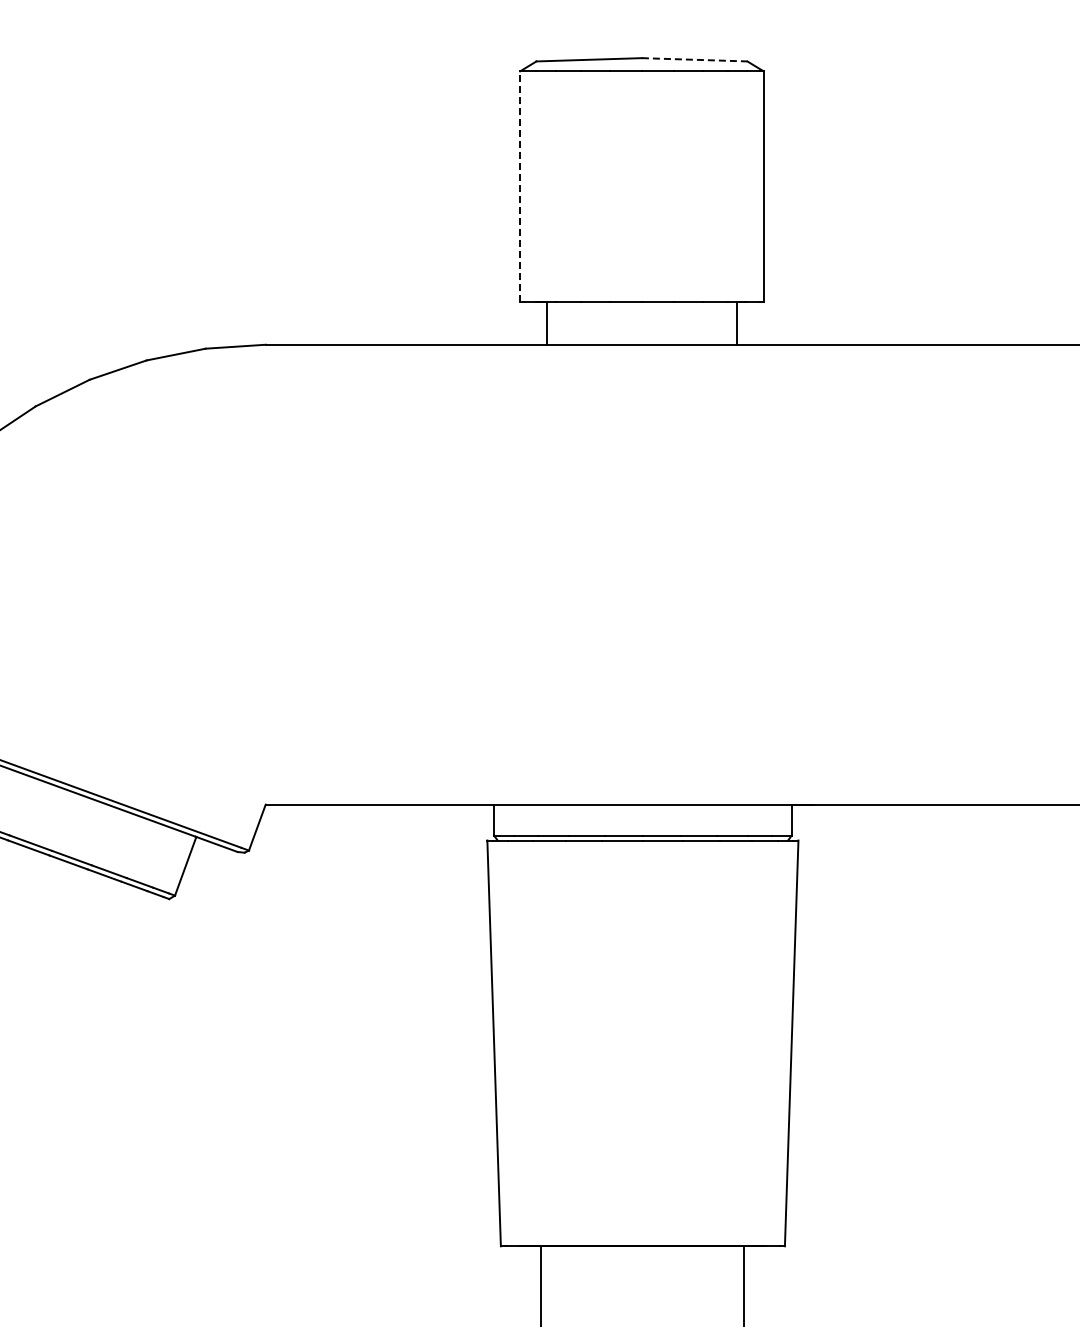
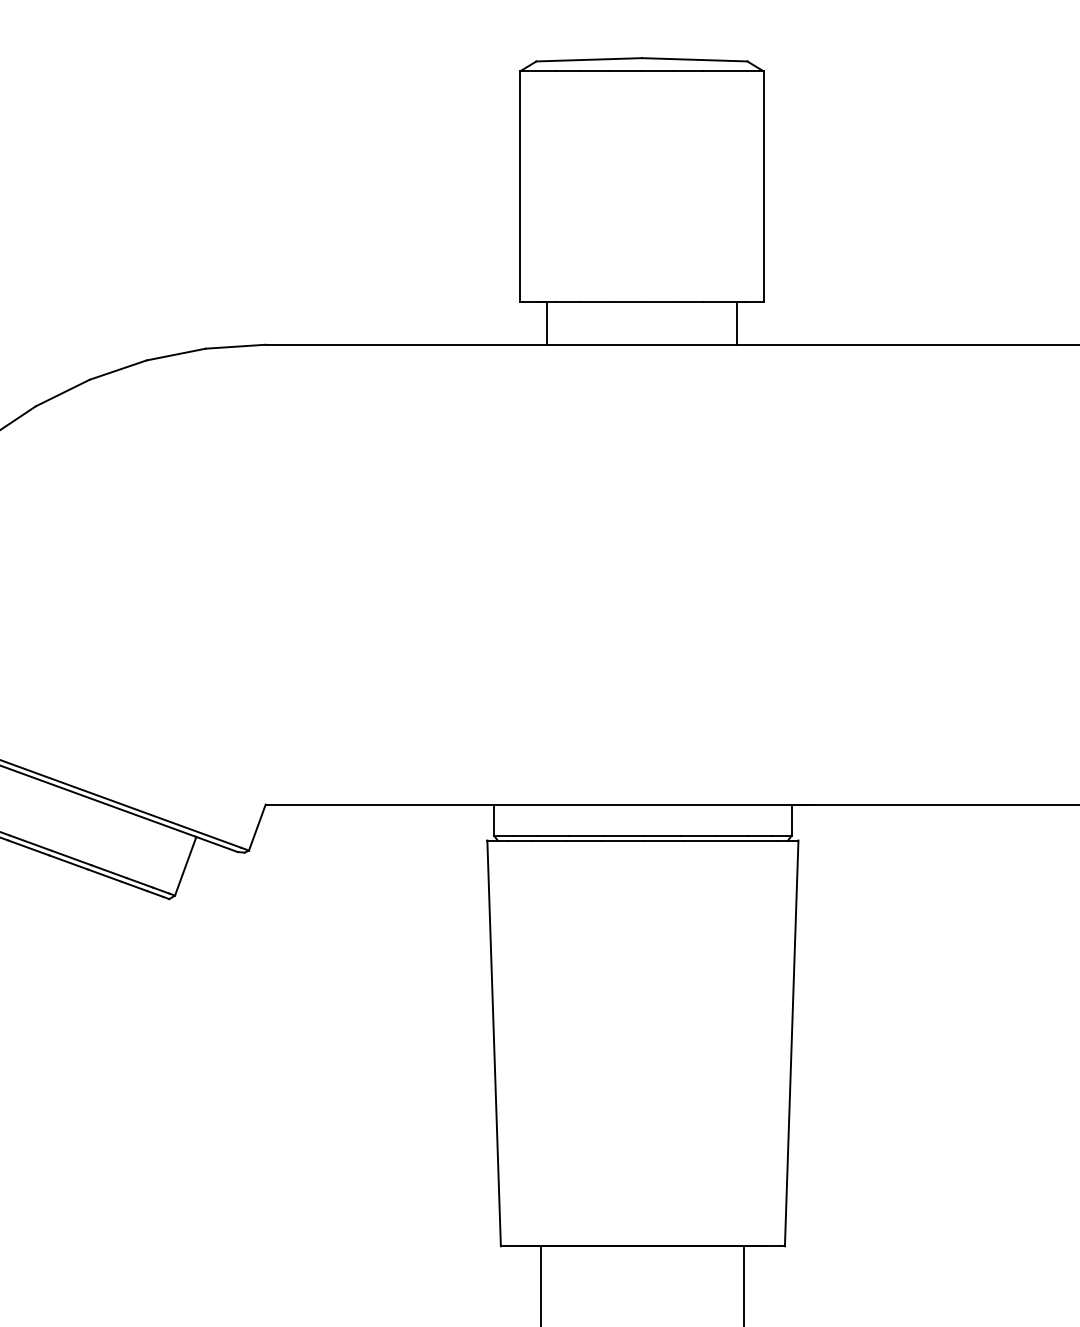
line at (694, 59): dashed -> solid
line at (520, 185): dashed -> solid
